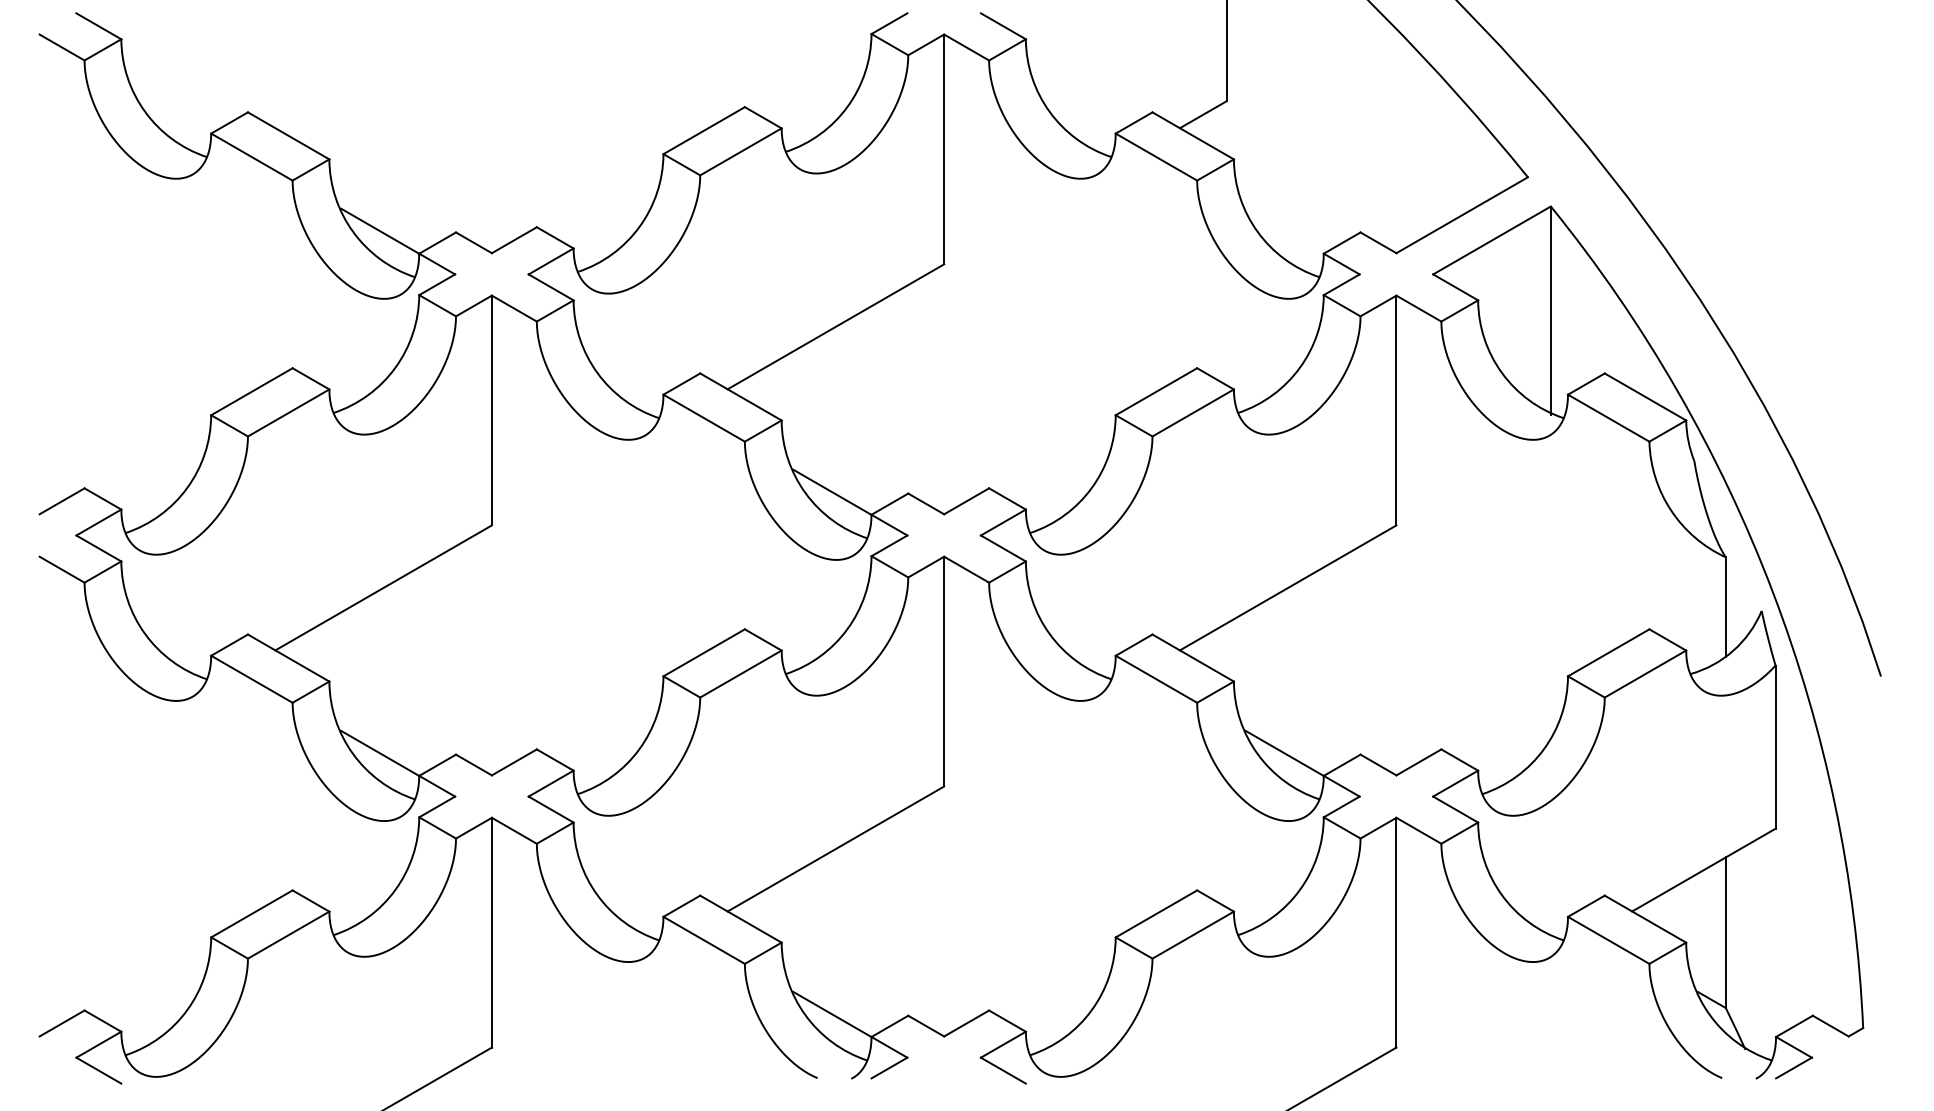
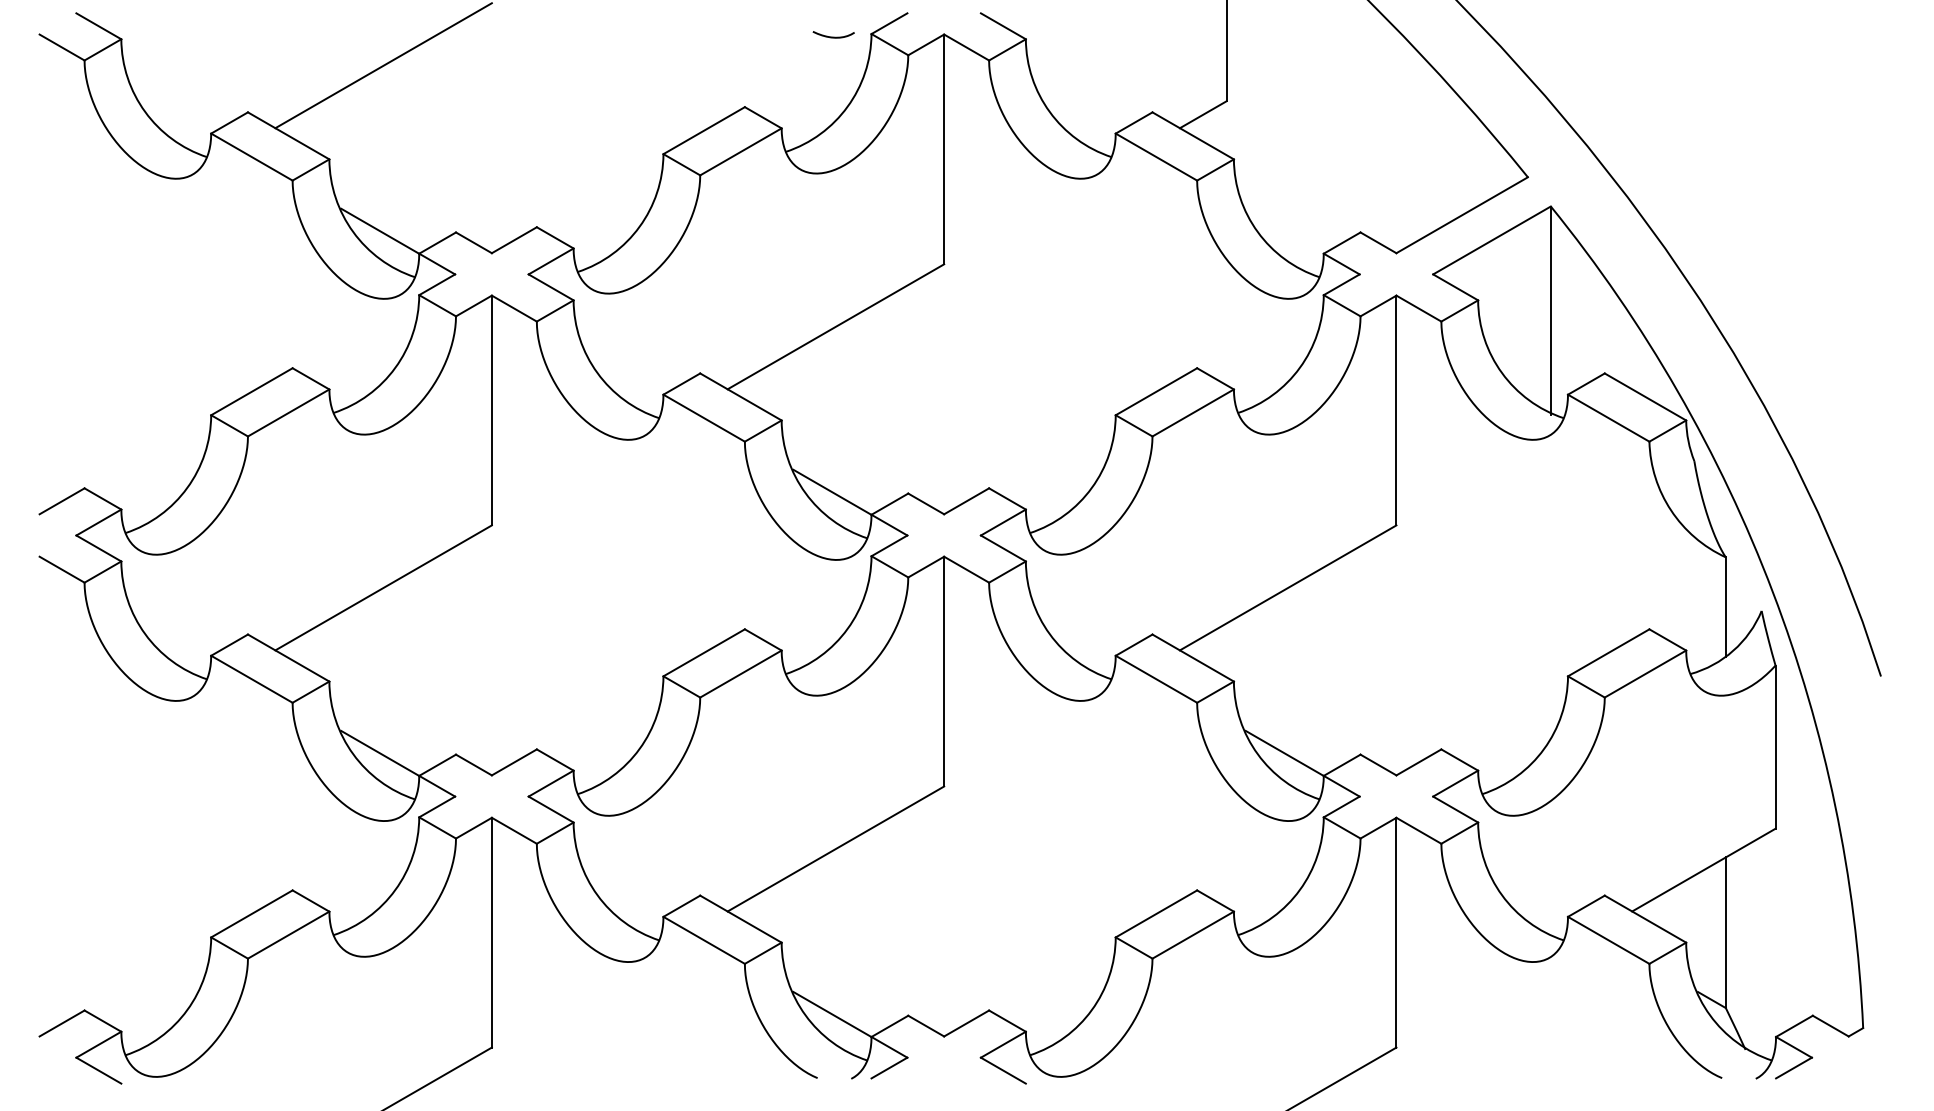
curve at (833, 36): none -> present
line at (383, 65): none -> present
